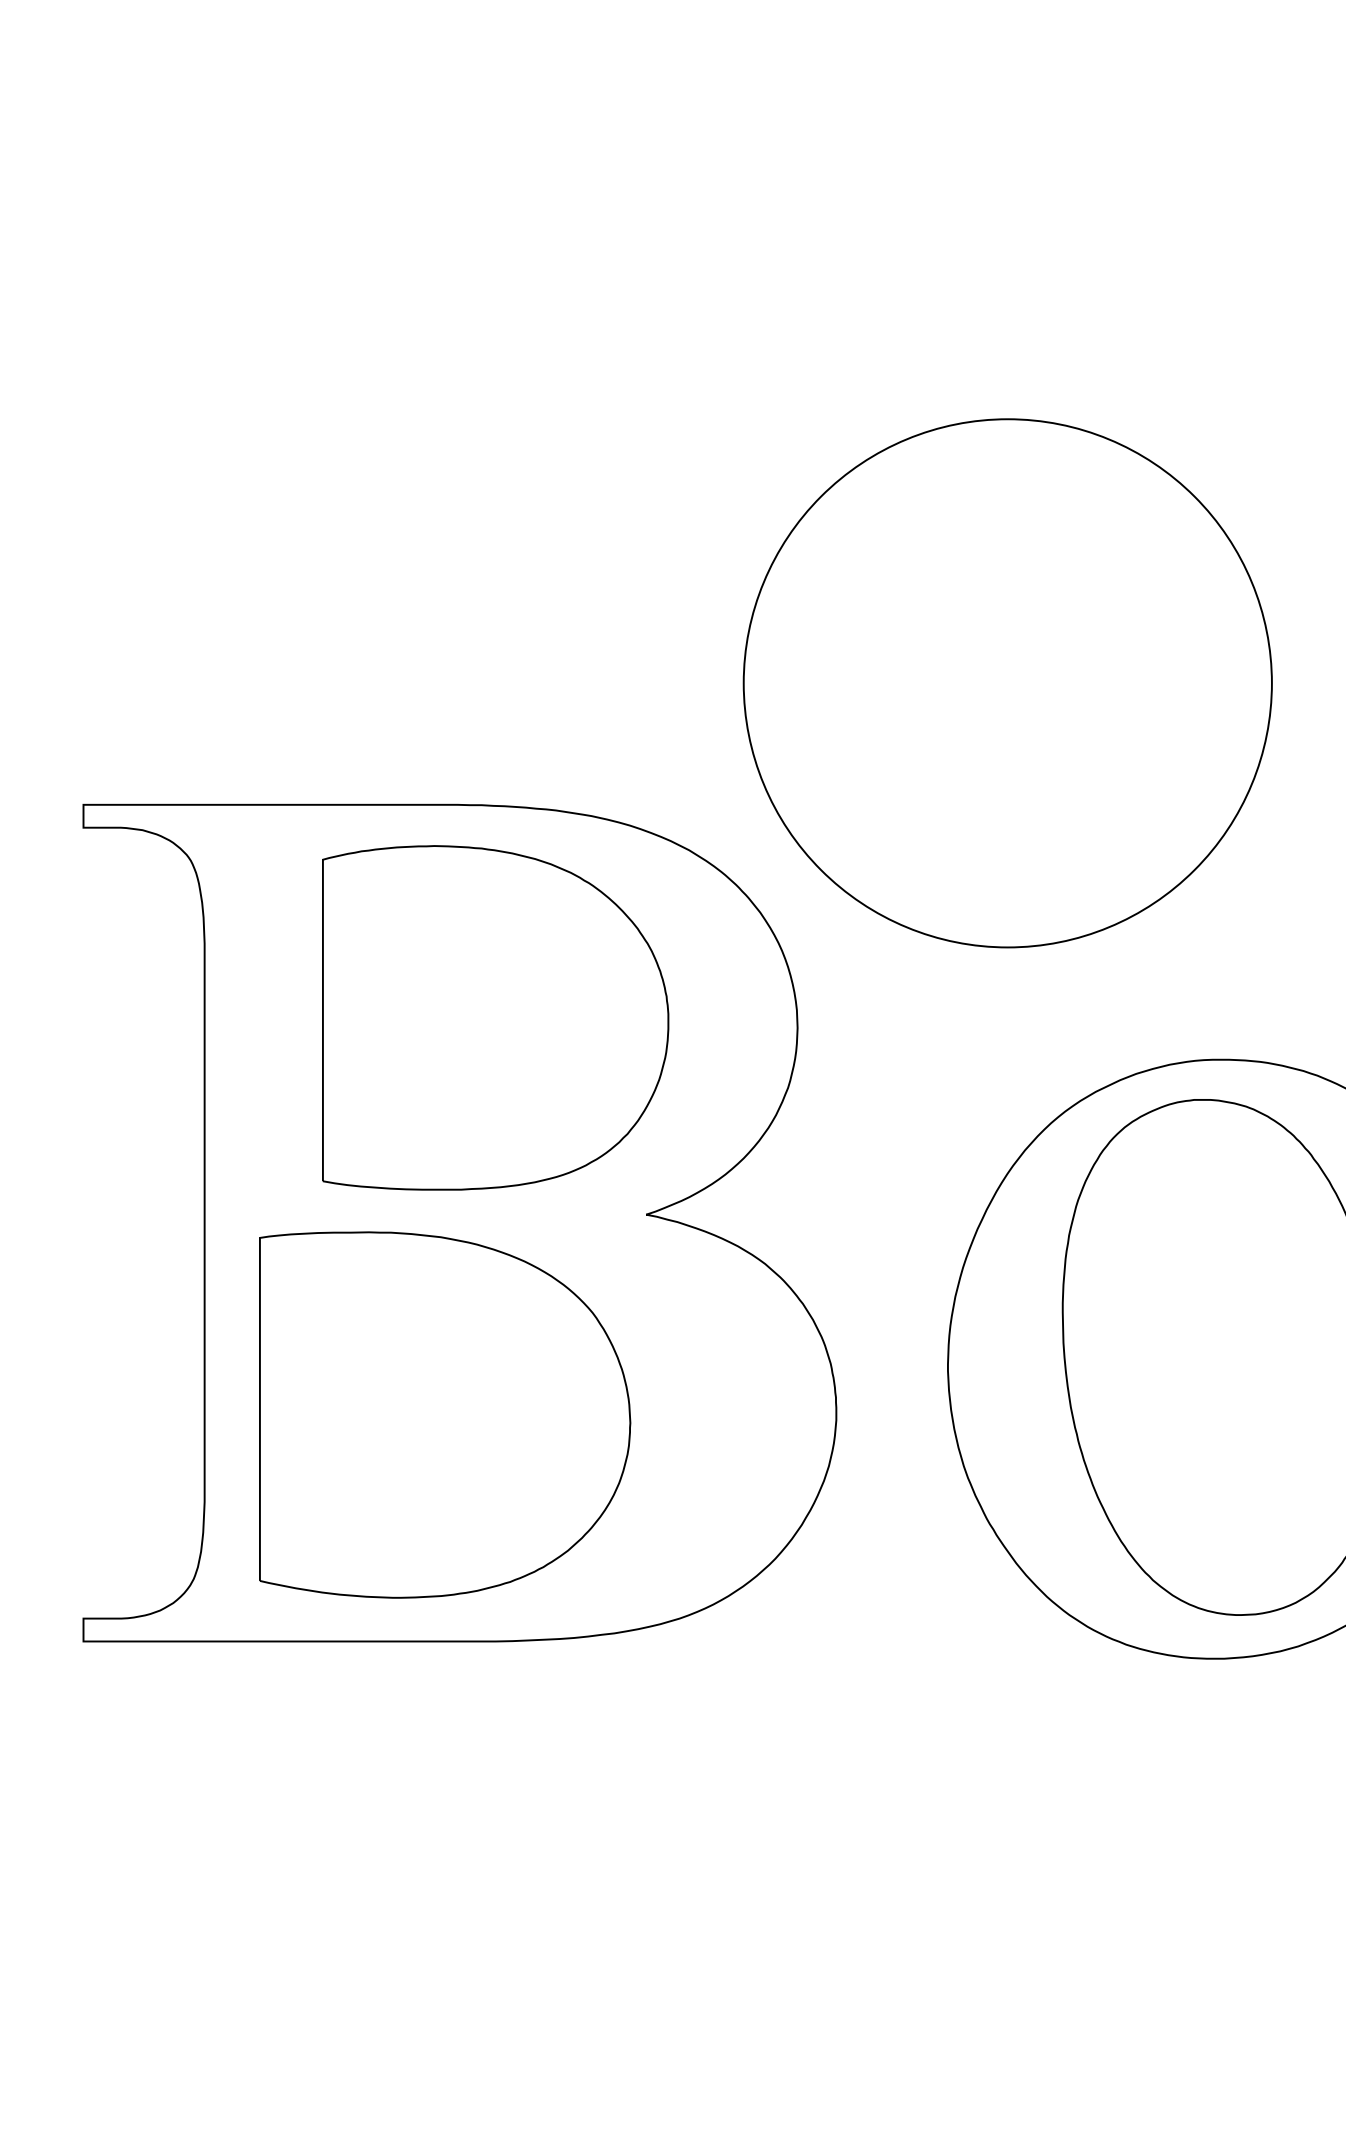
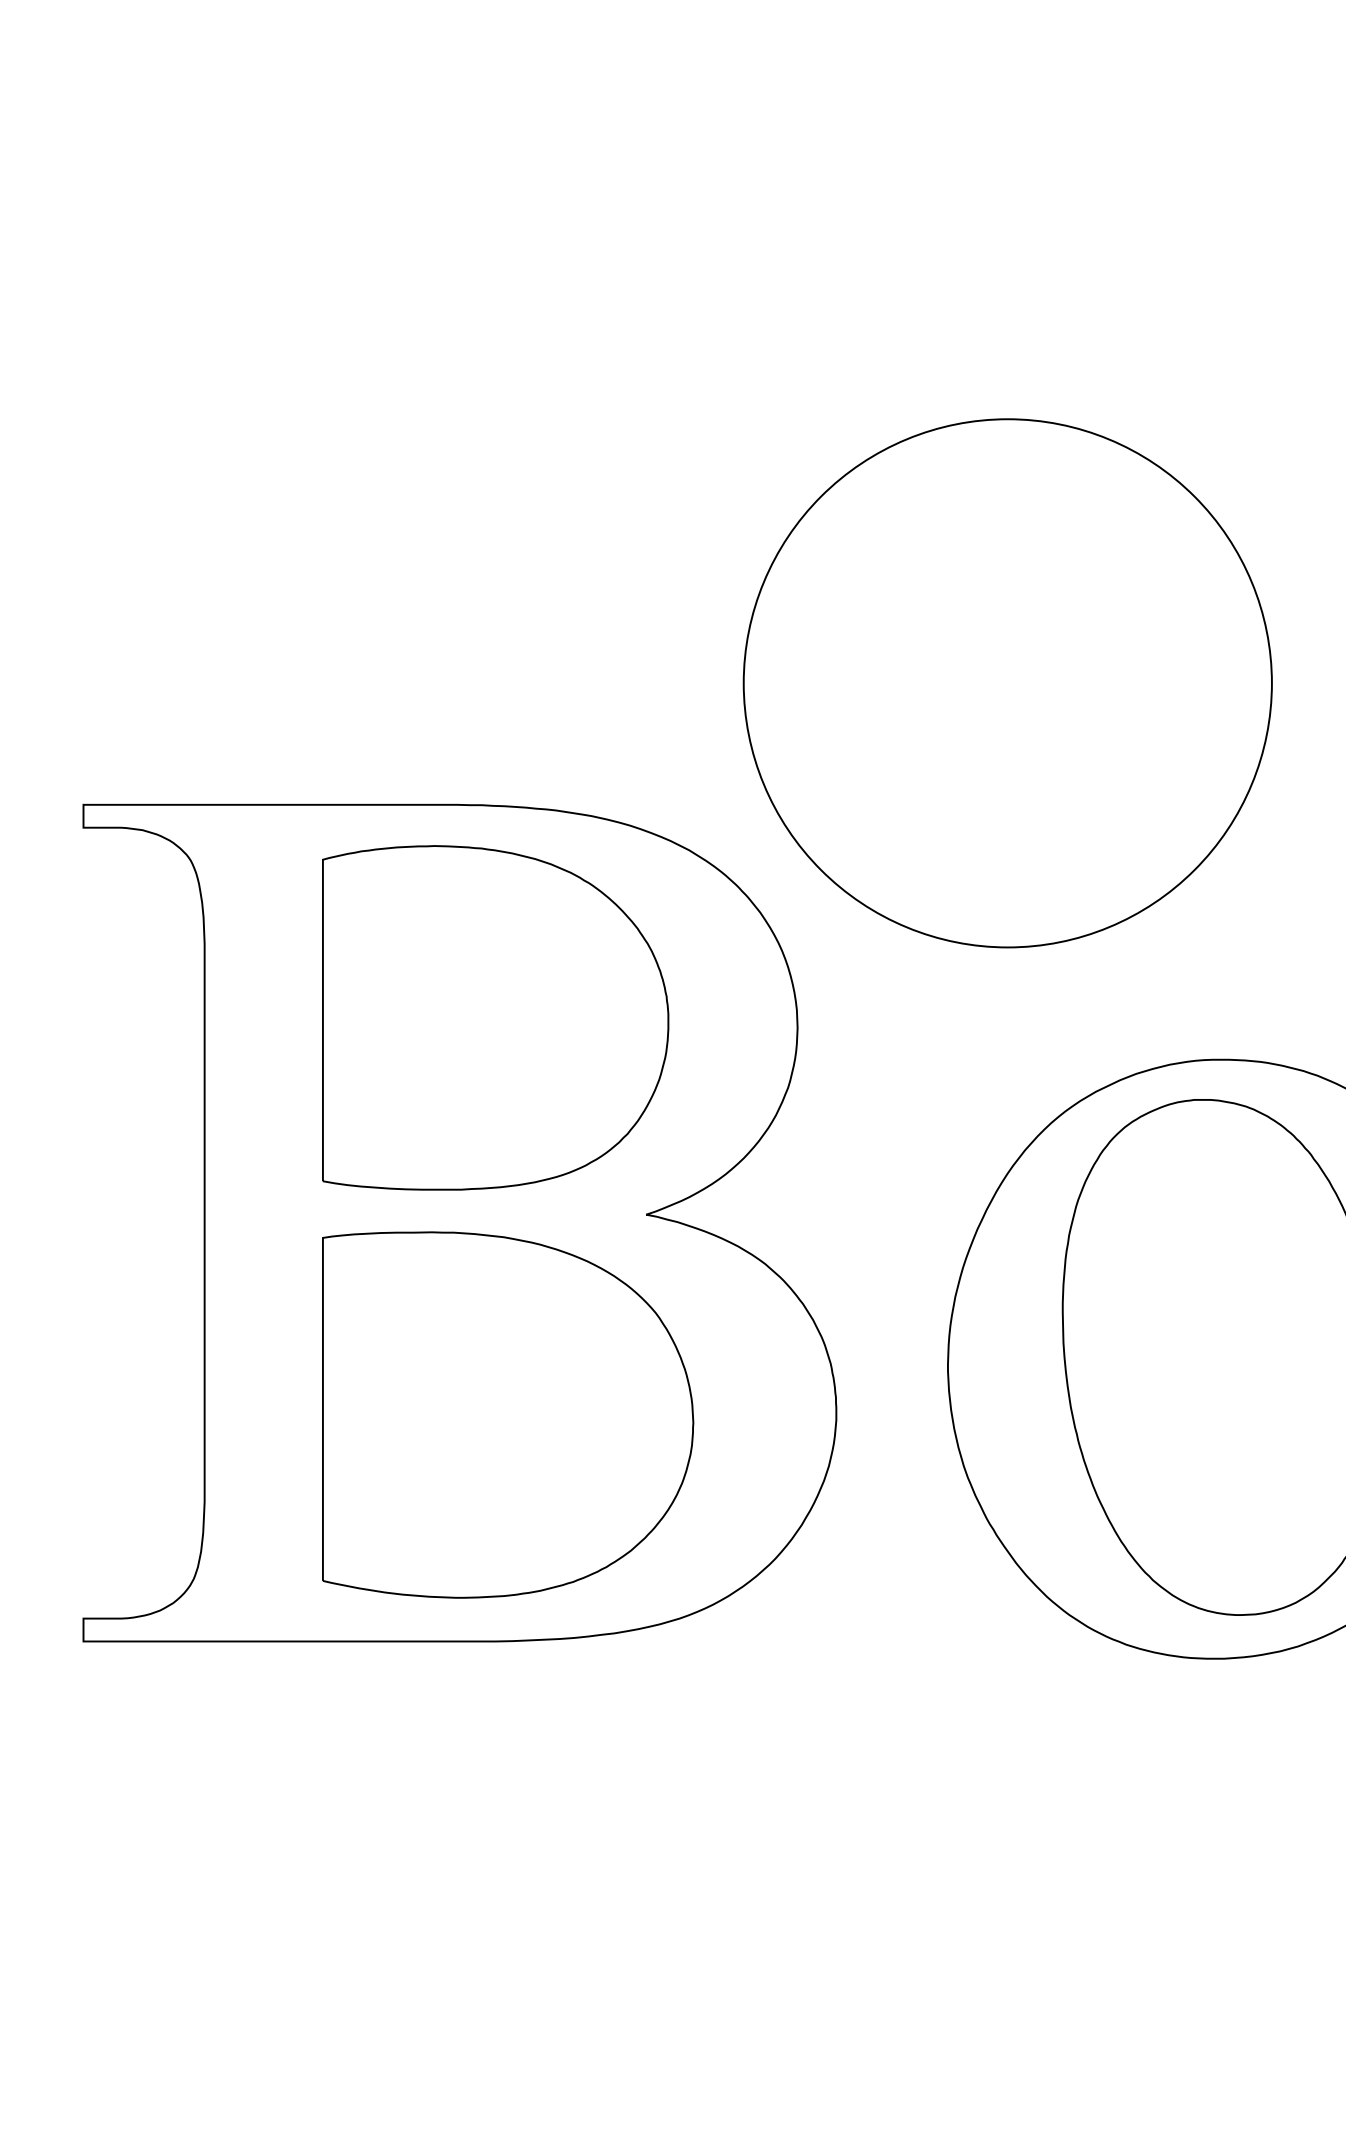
part at (445, 1414) position: (445, 1414) -> (508, 1414)
